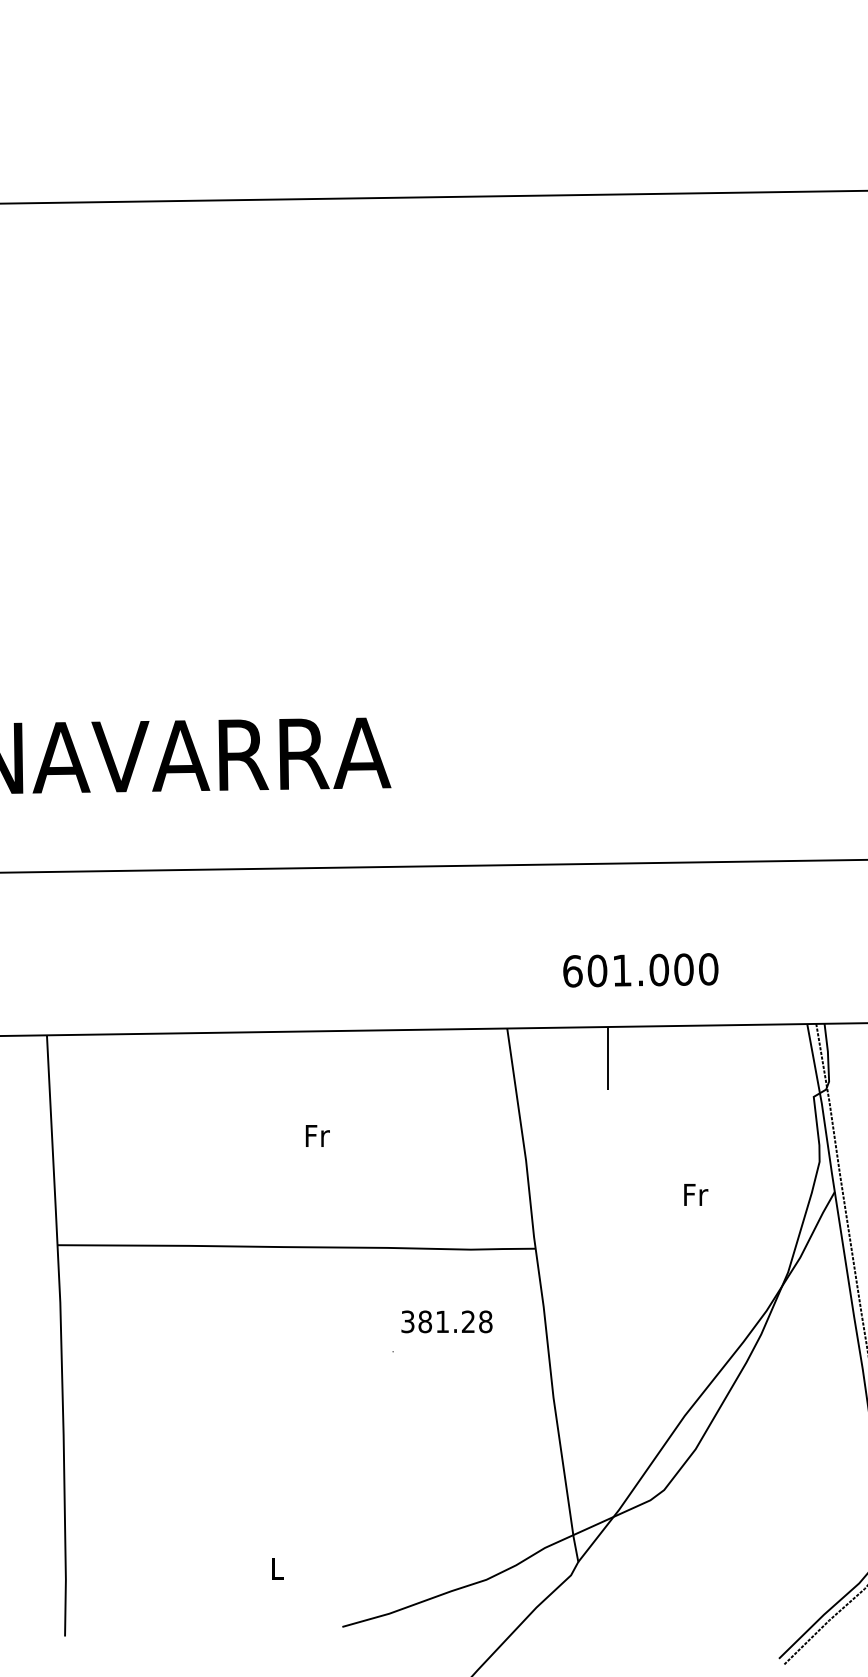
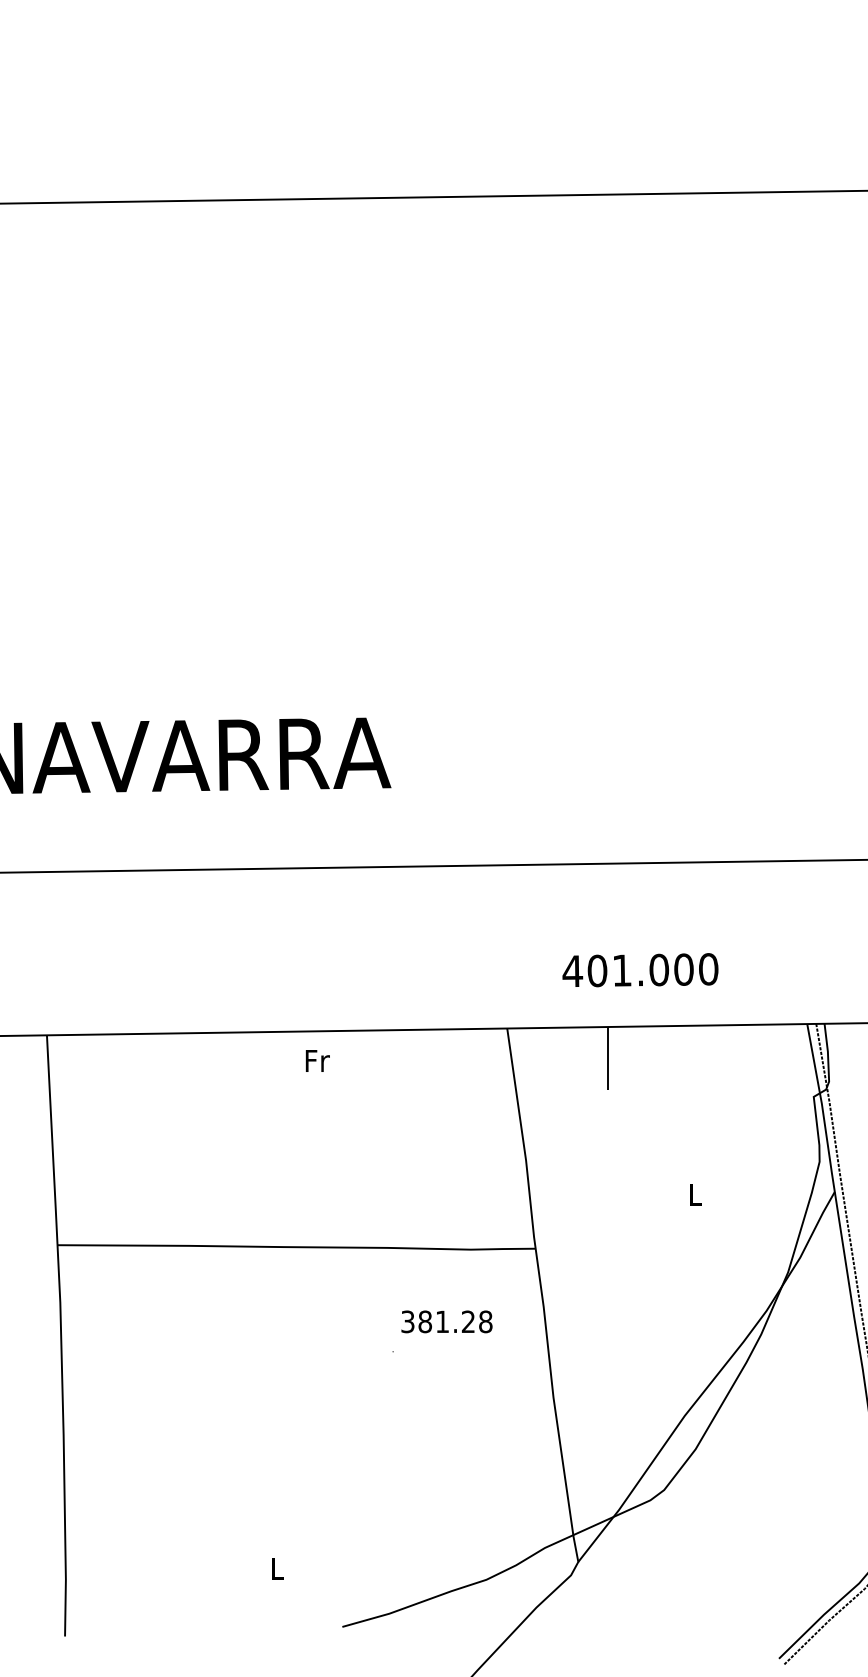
text at (572, 971): 601.000 -> 401.000
text at (317, 1135) position: (317, 1135) -> (317, 1060)
text at (696, 1194): Fr -> L
